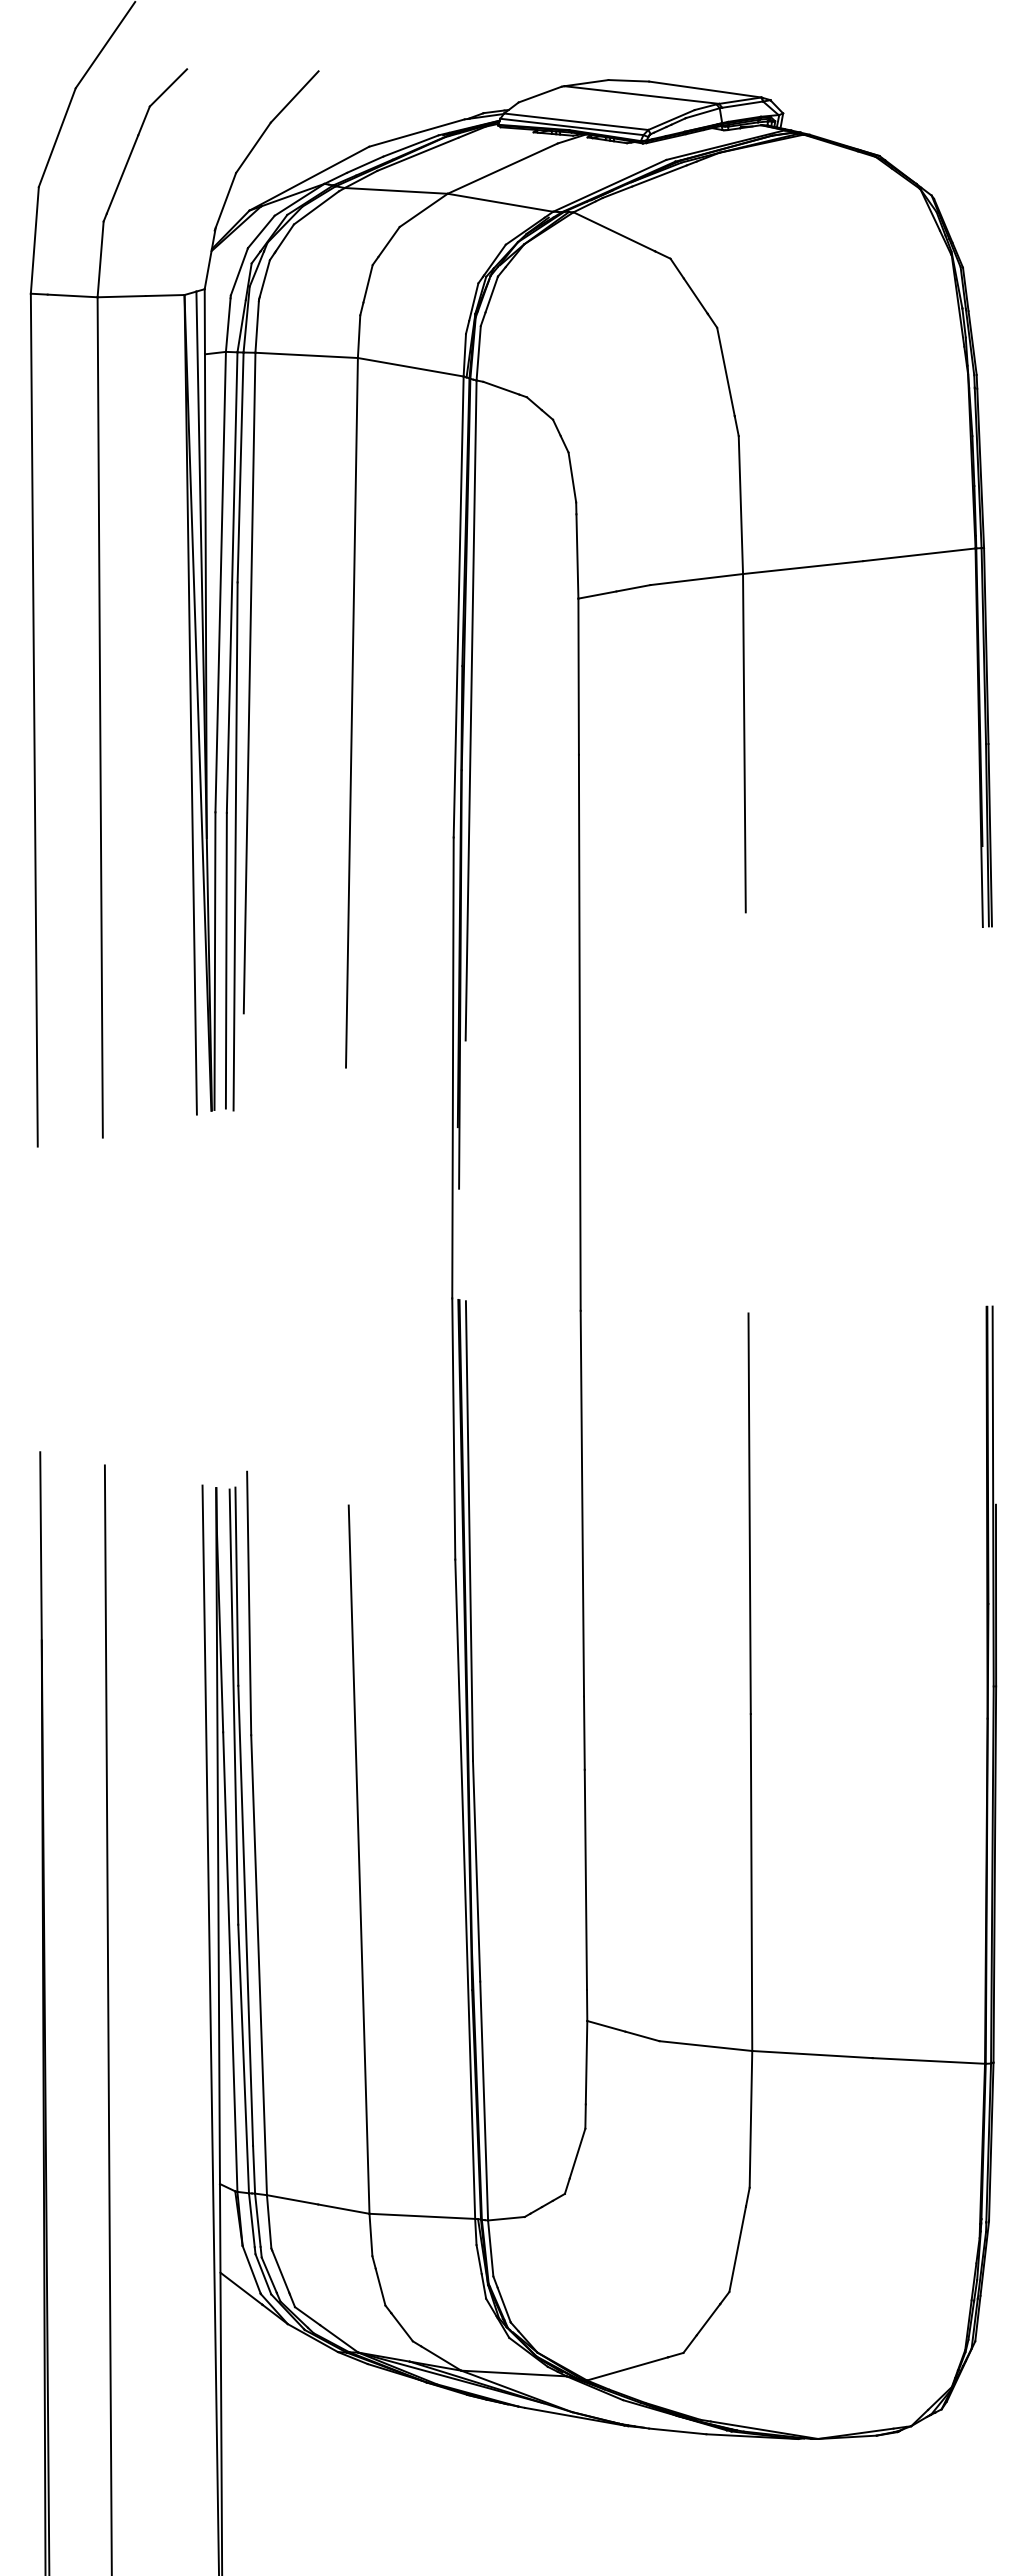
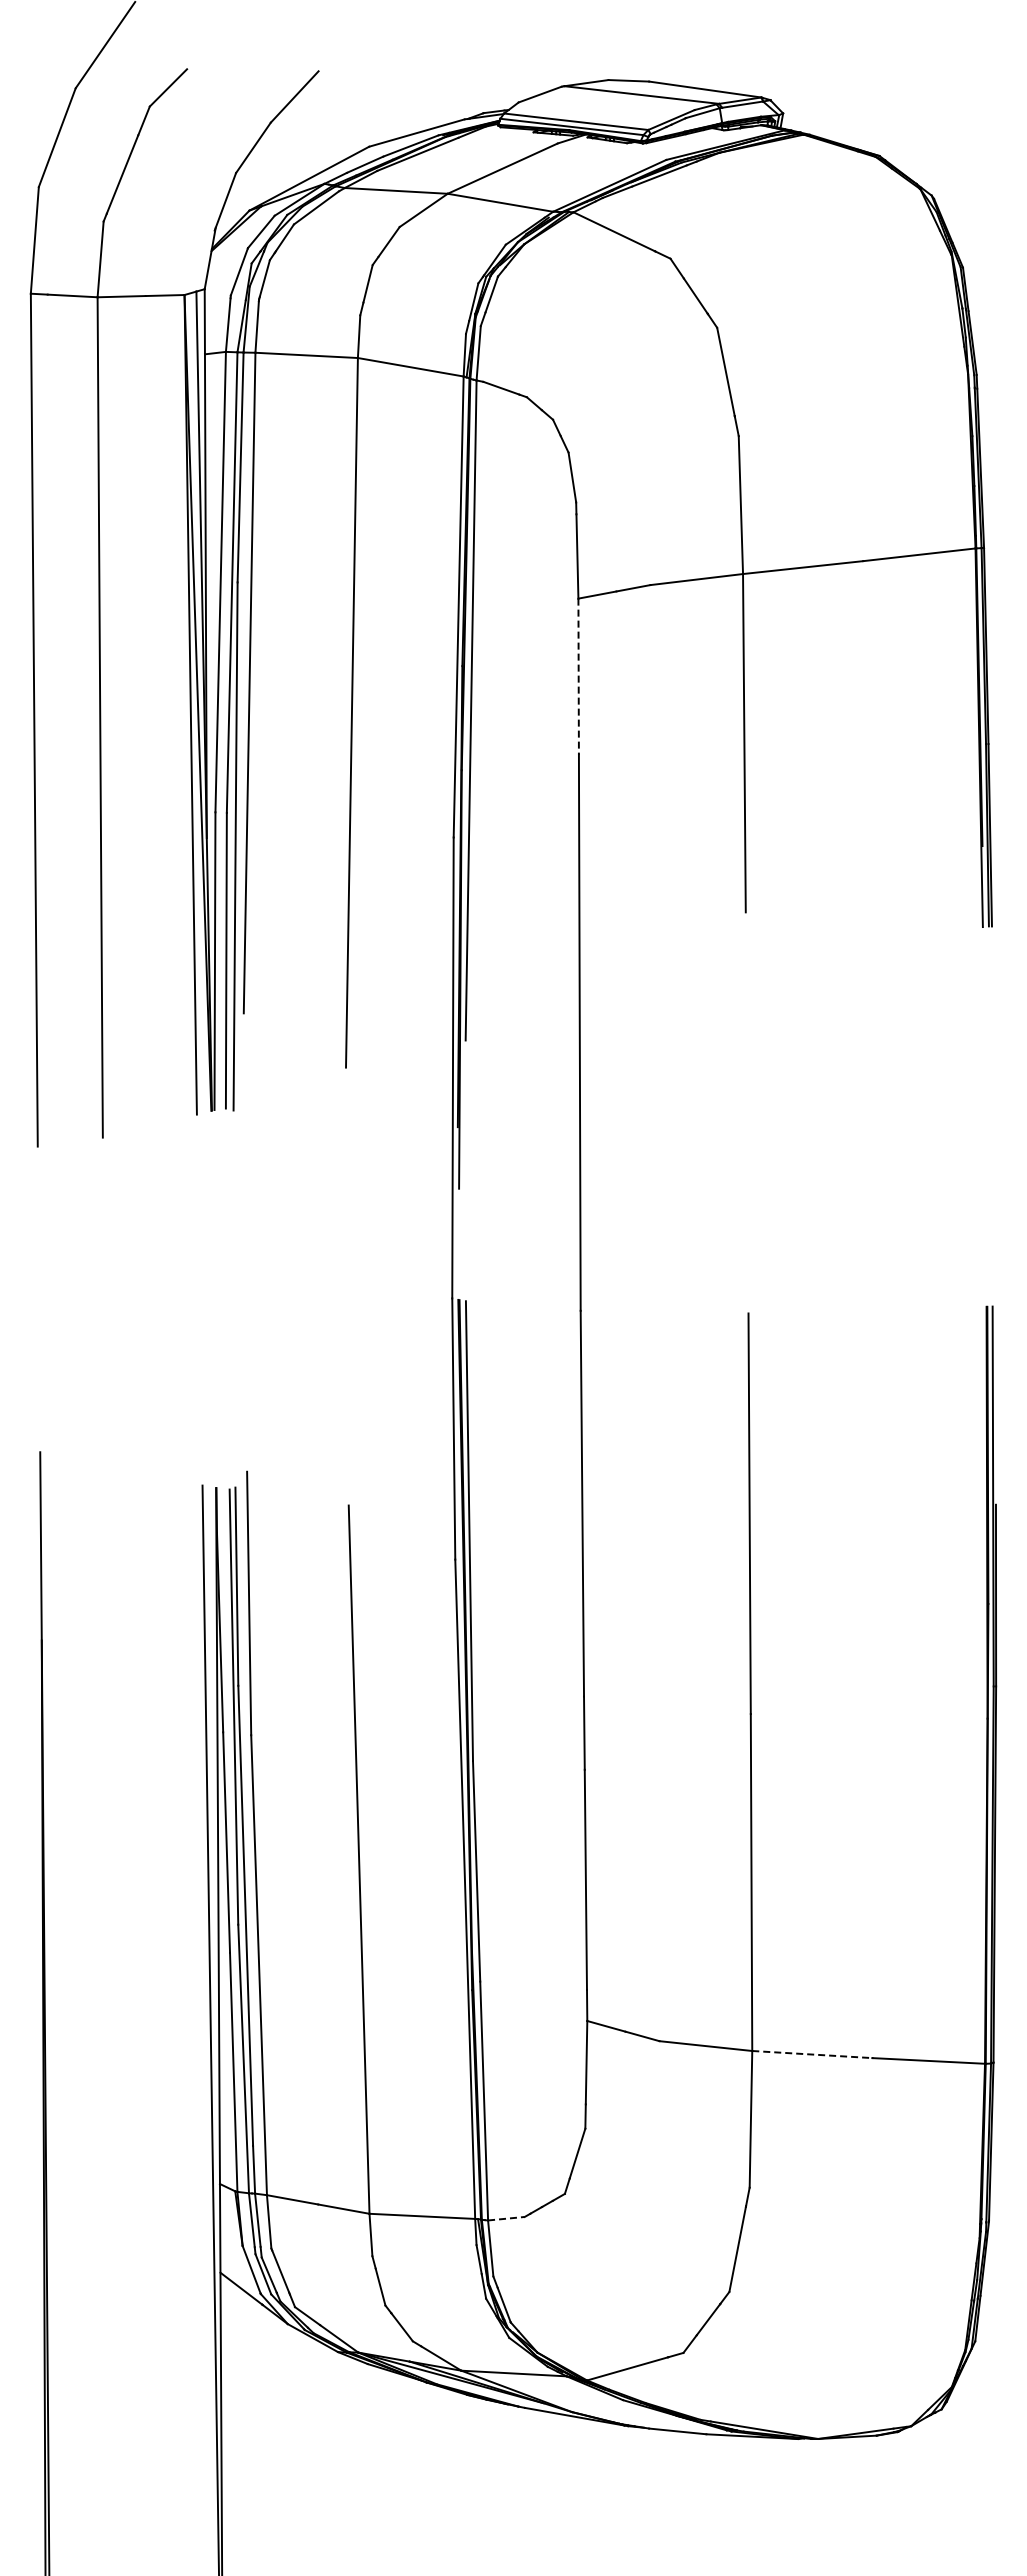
line at (578, 677): solid -> dashed
line at (107, 2018): present -> none
line at (812, 2054): solid -> dashed
line at (506, 2218): solid -> dashed
